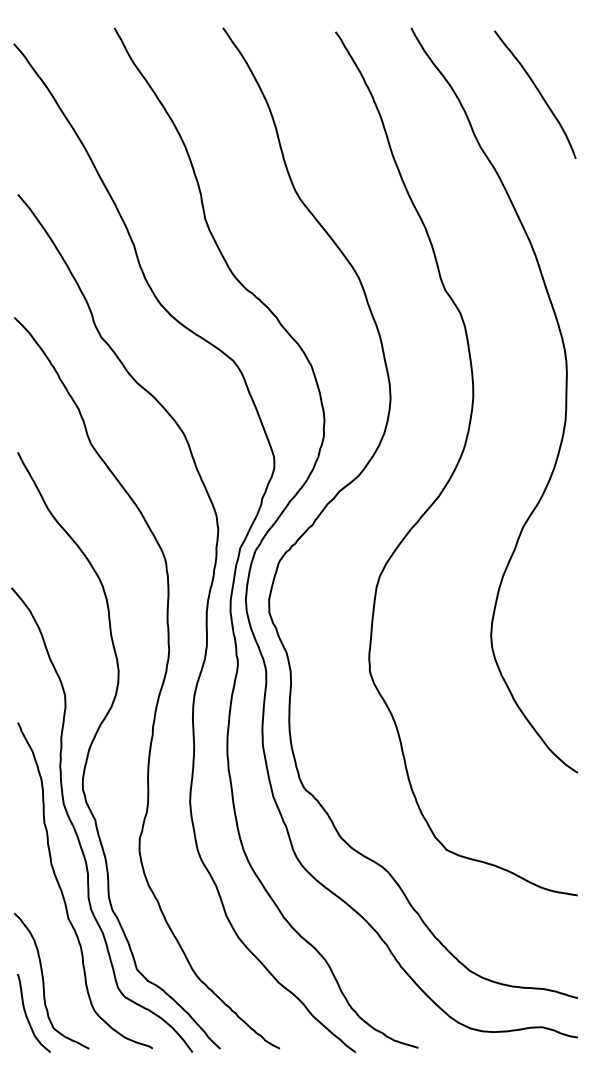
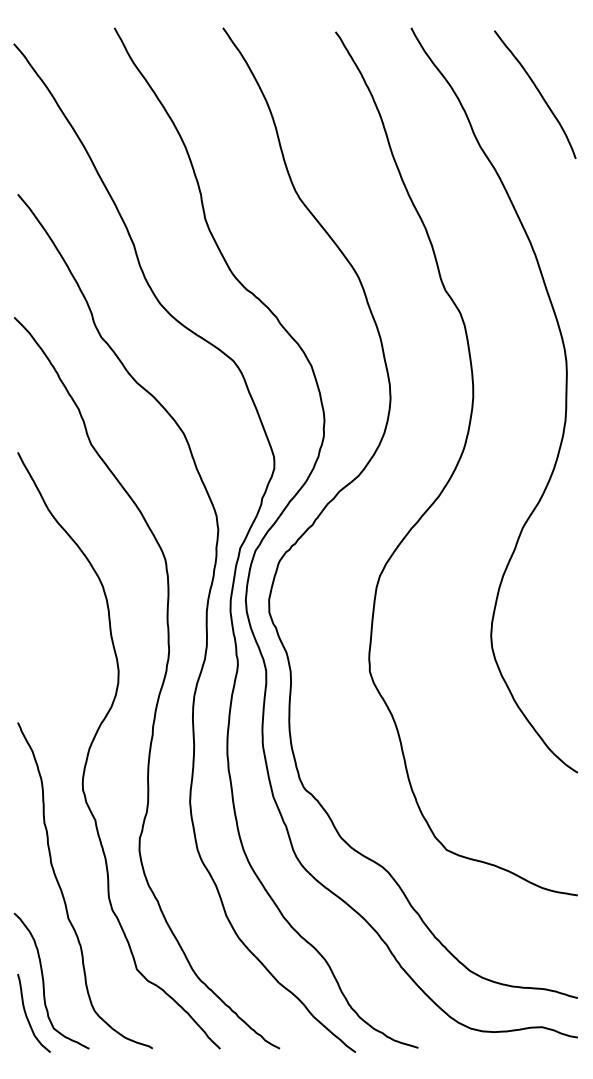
curve at (75, 828): present -> none
